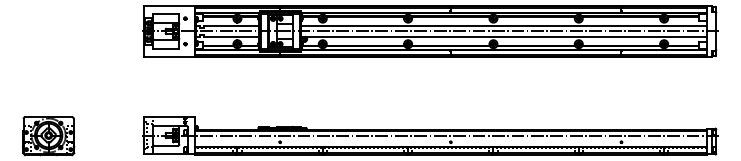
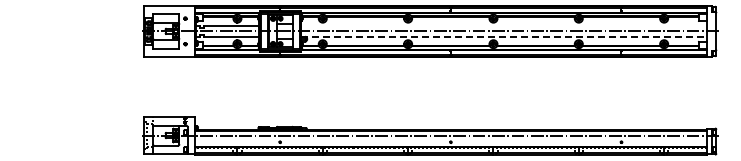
line at (503, 26): present -> none
line at (504, 36): solid -> dashed
part at (48, 136): present -> none
